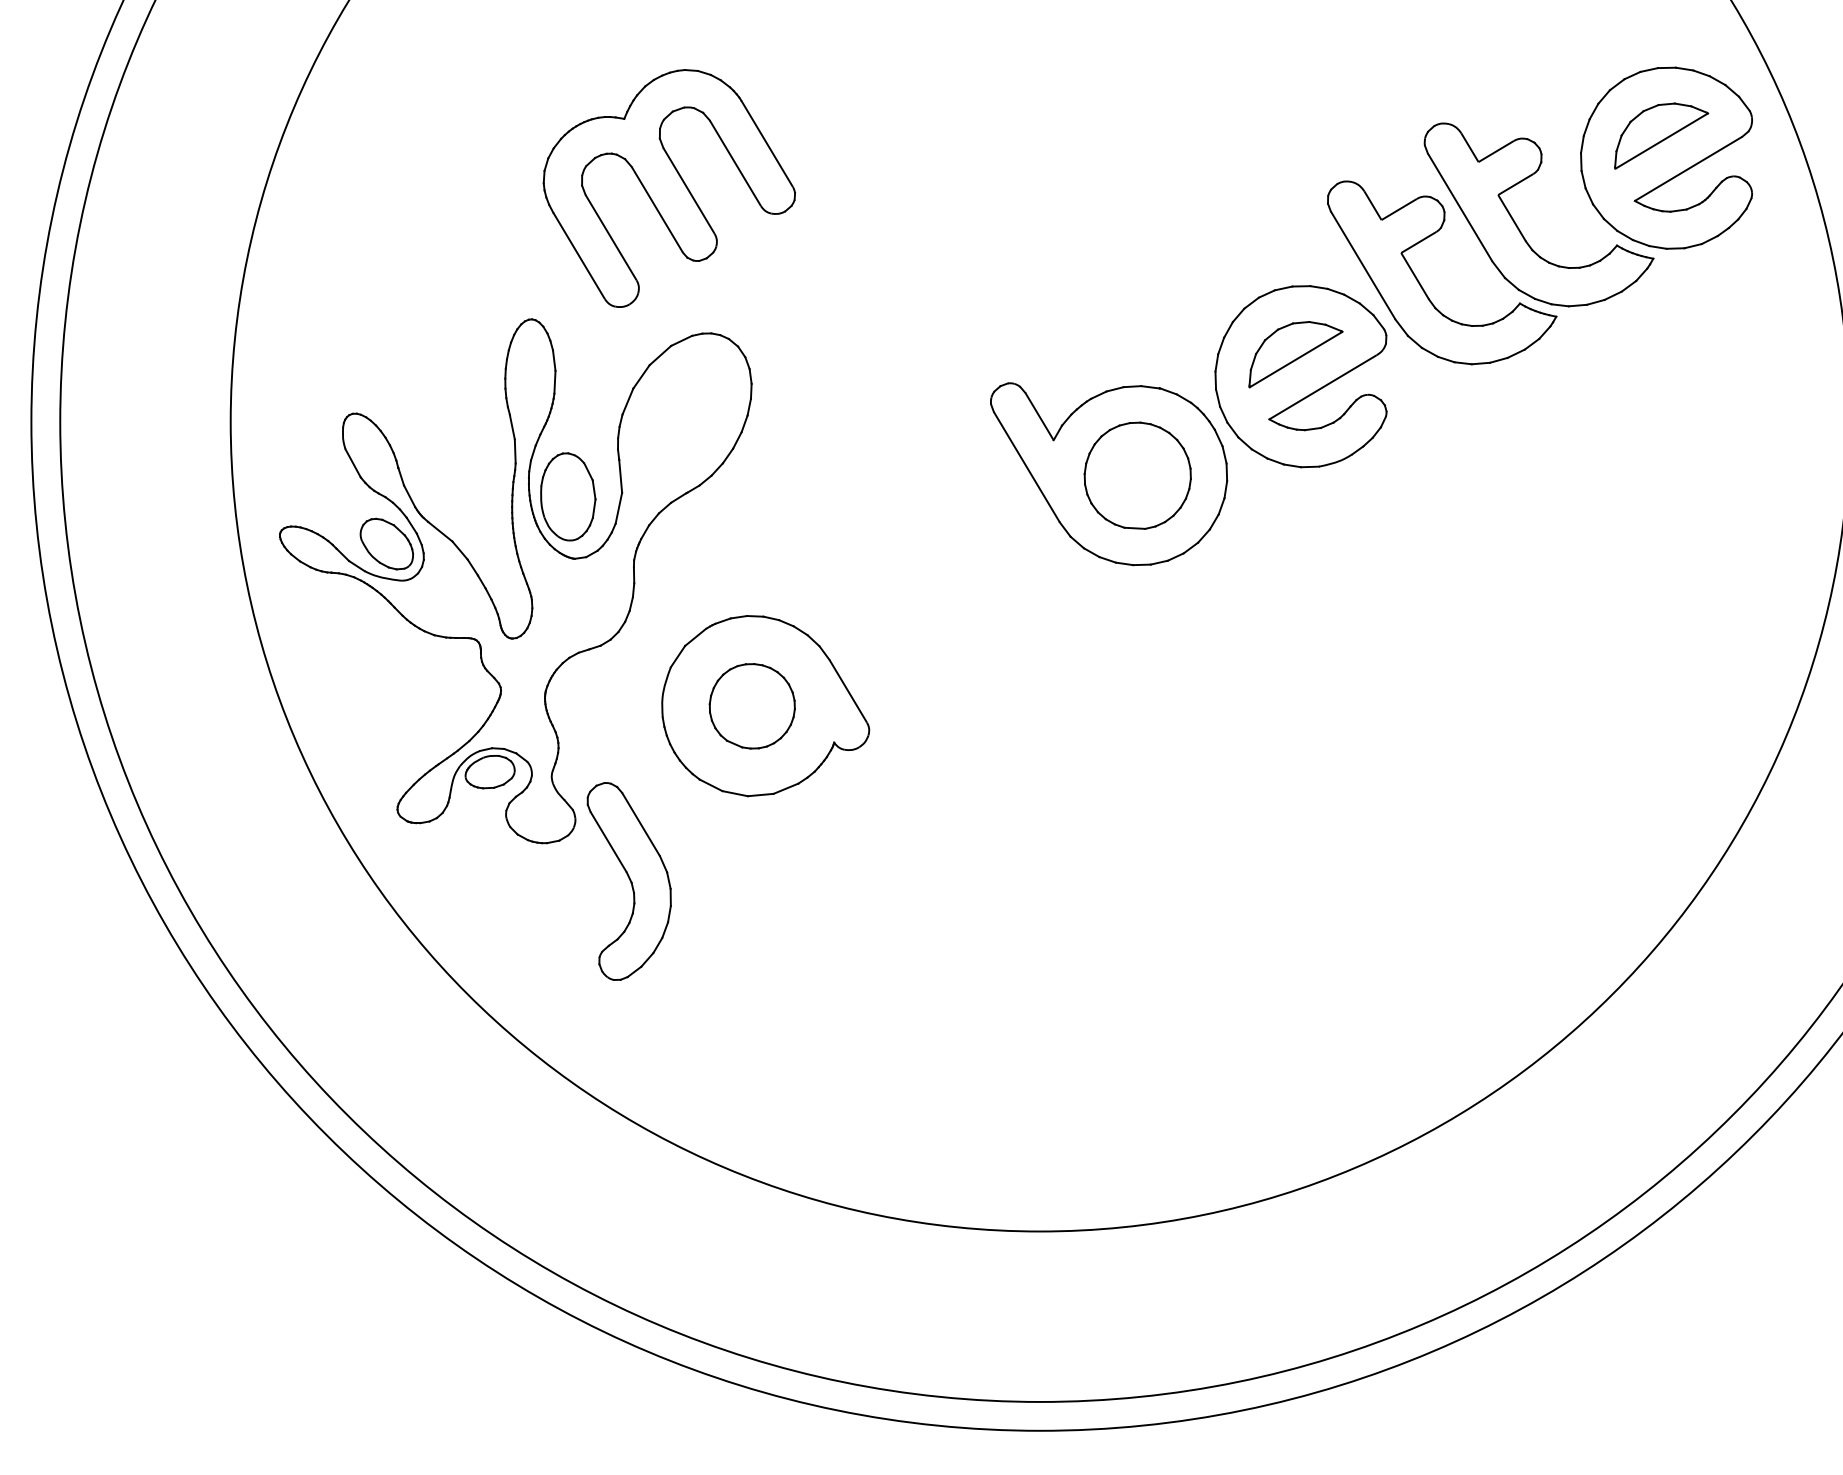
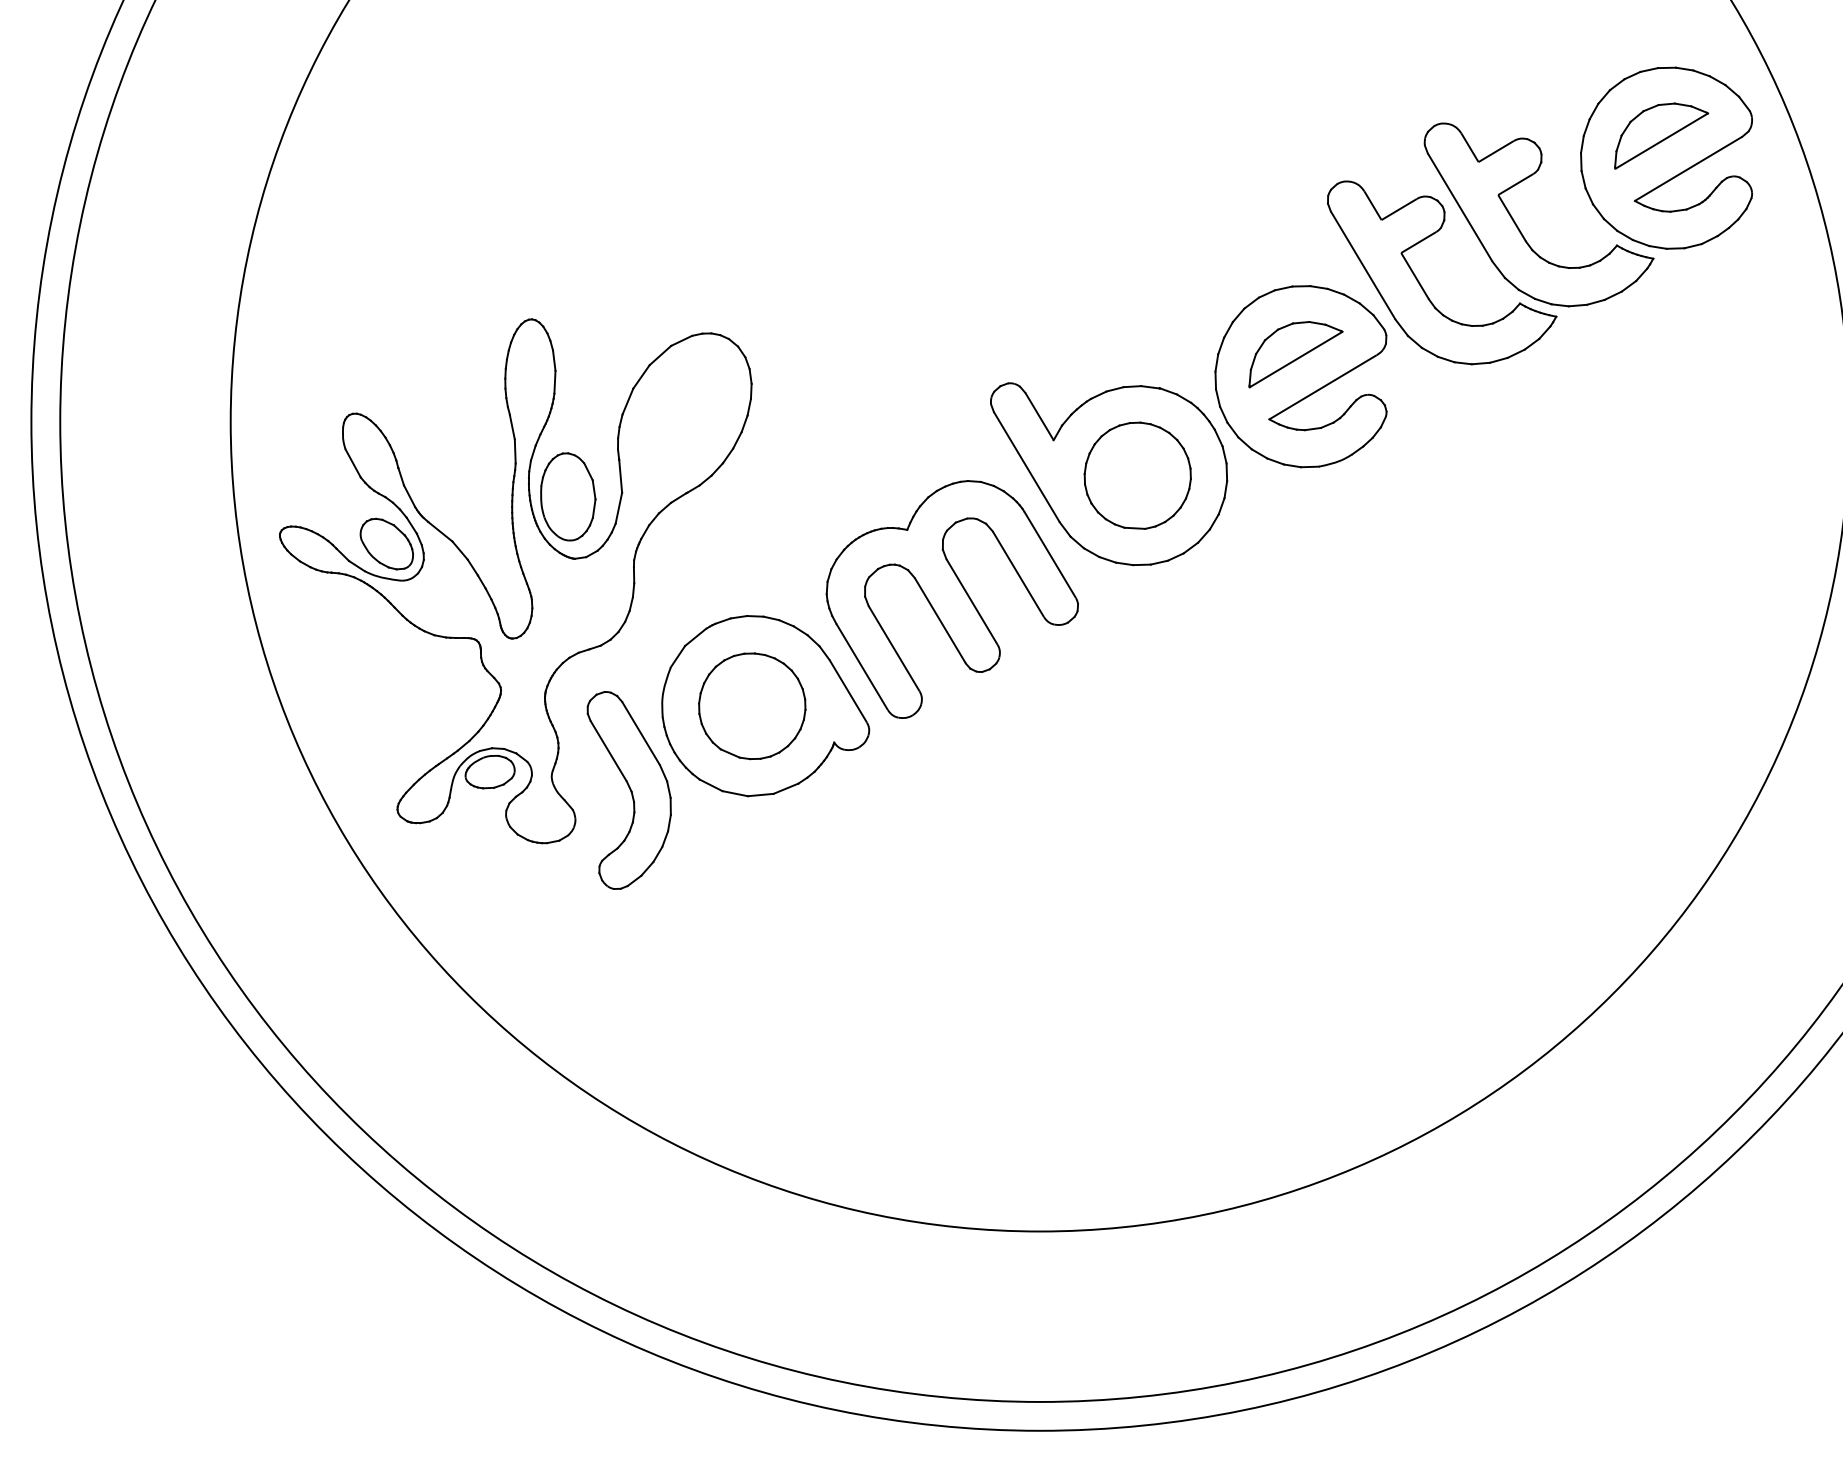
part at (668, 188) position: (668, 188) -> (951, 599)
part at (751, 706) size: 88x87 px -> 109x109 px
part at (628, 881) position: (628, 881) -> (628, 790)
